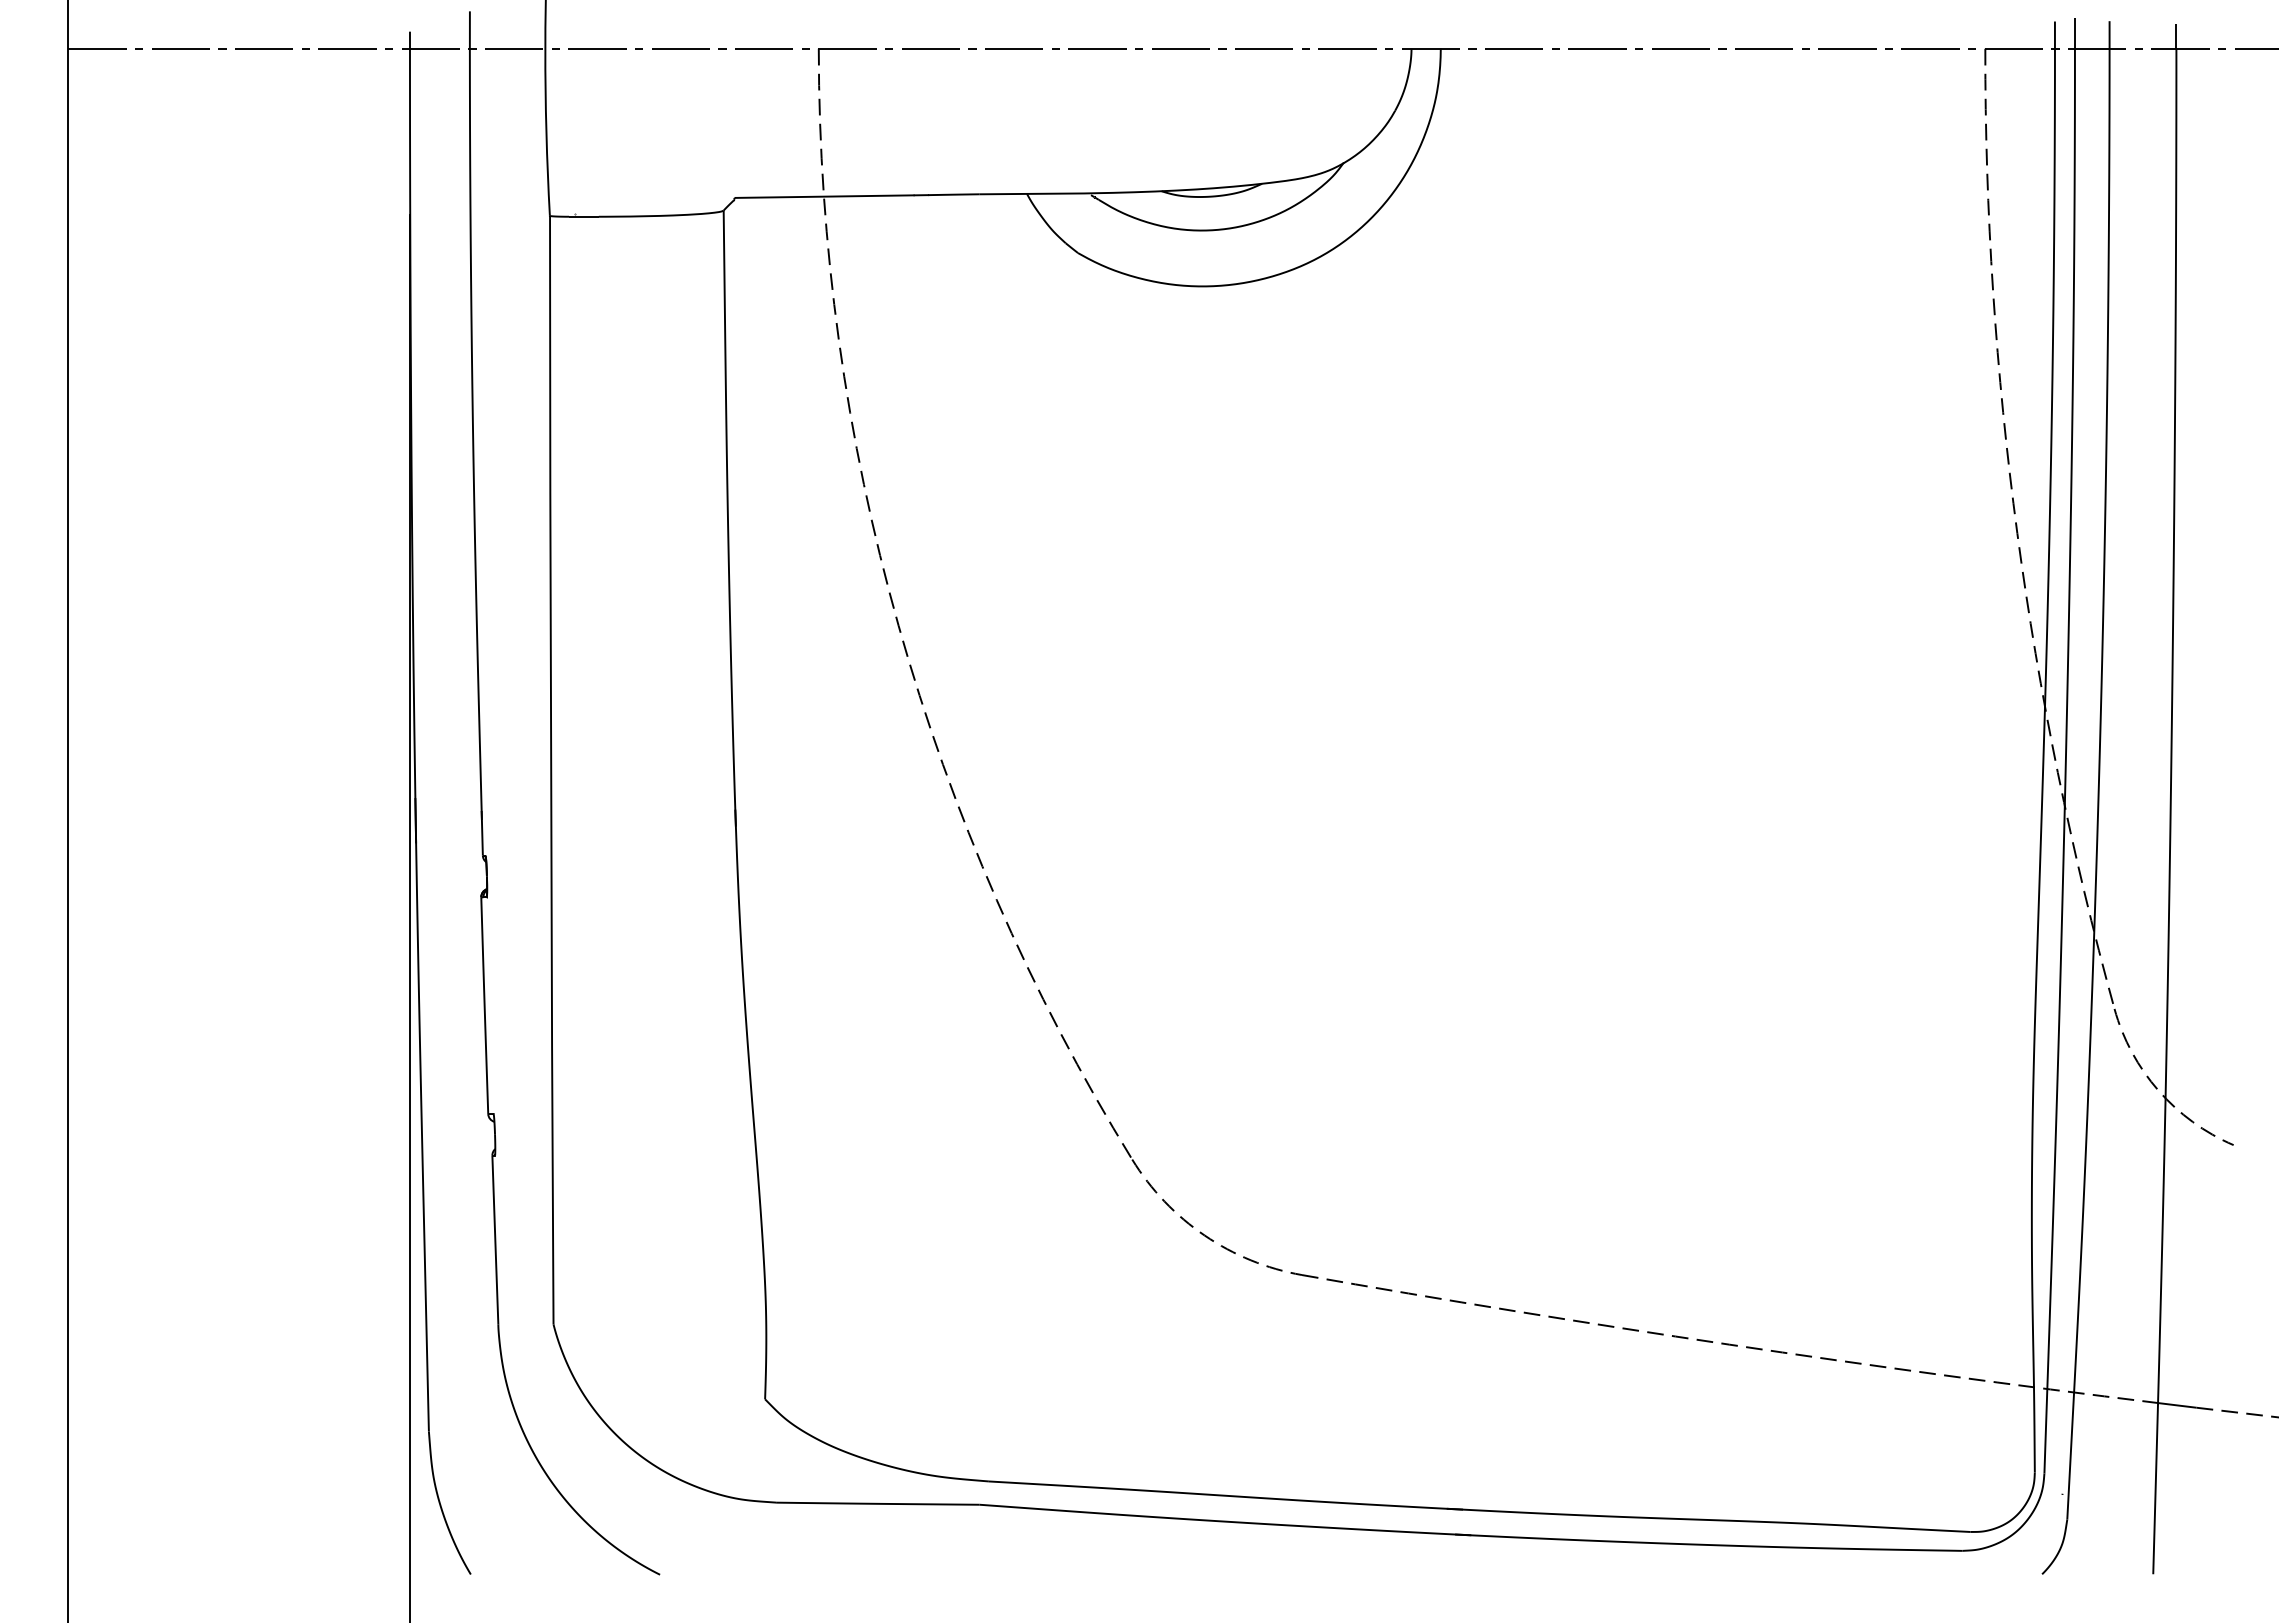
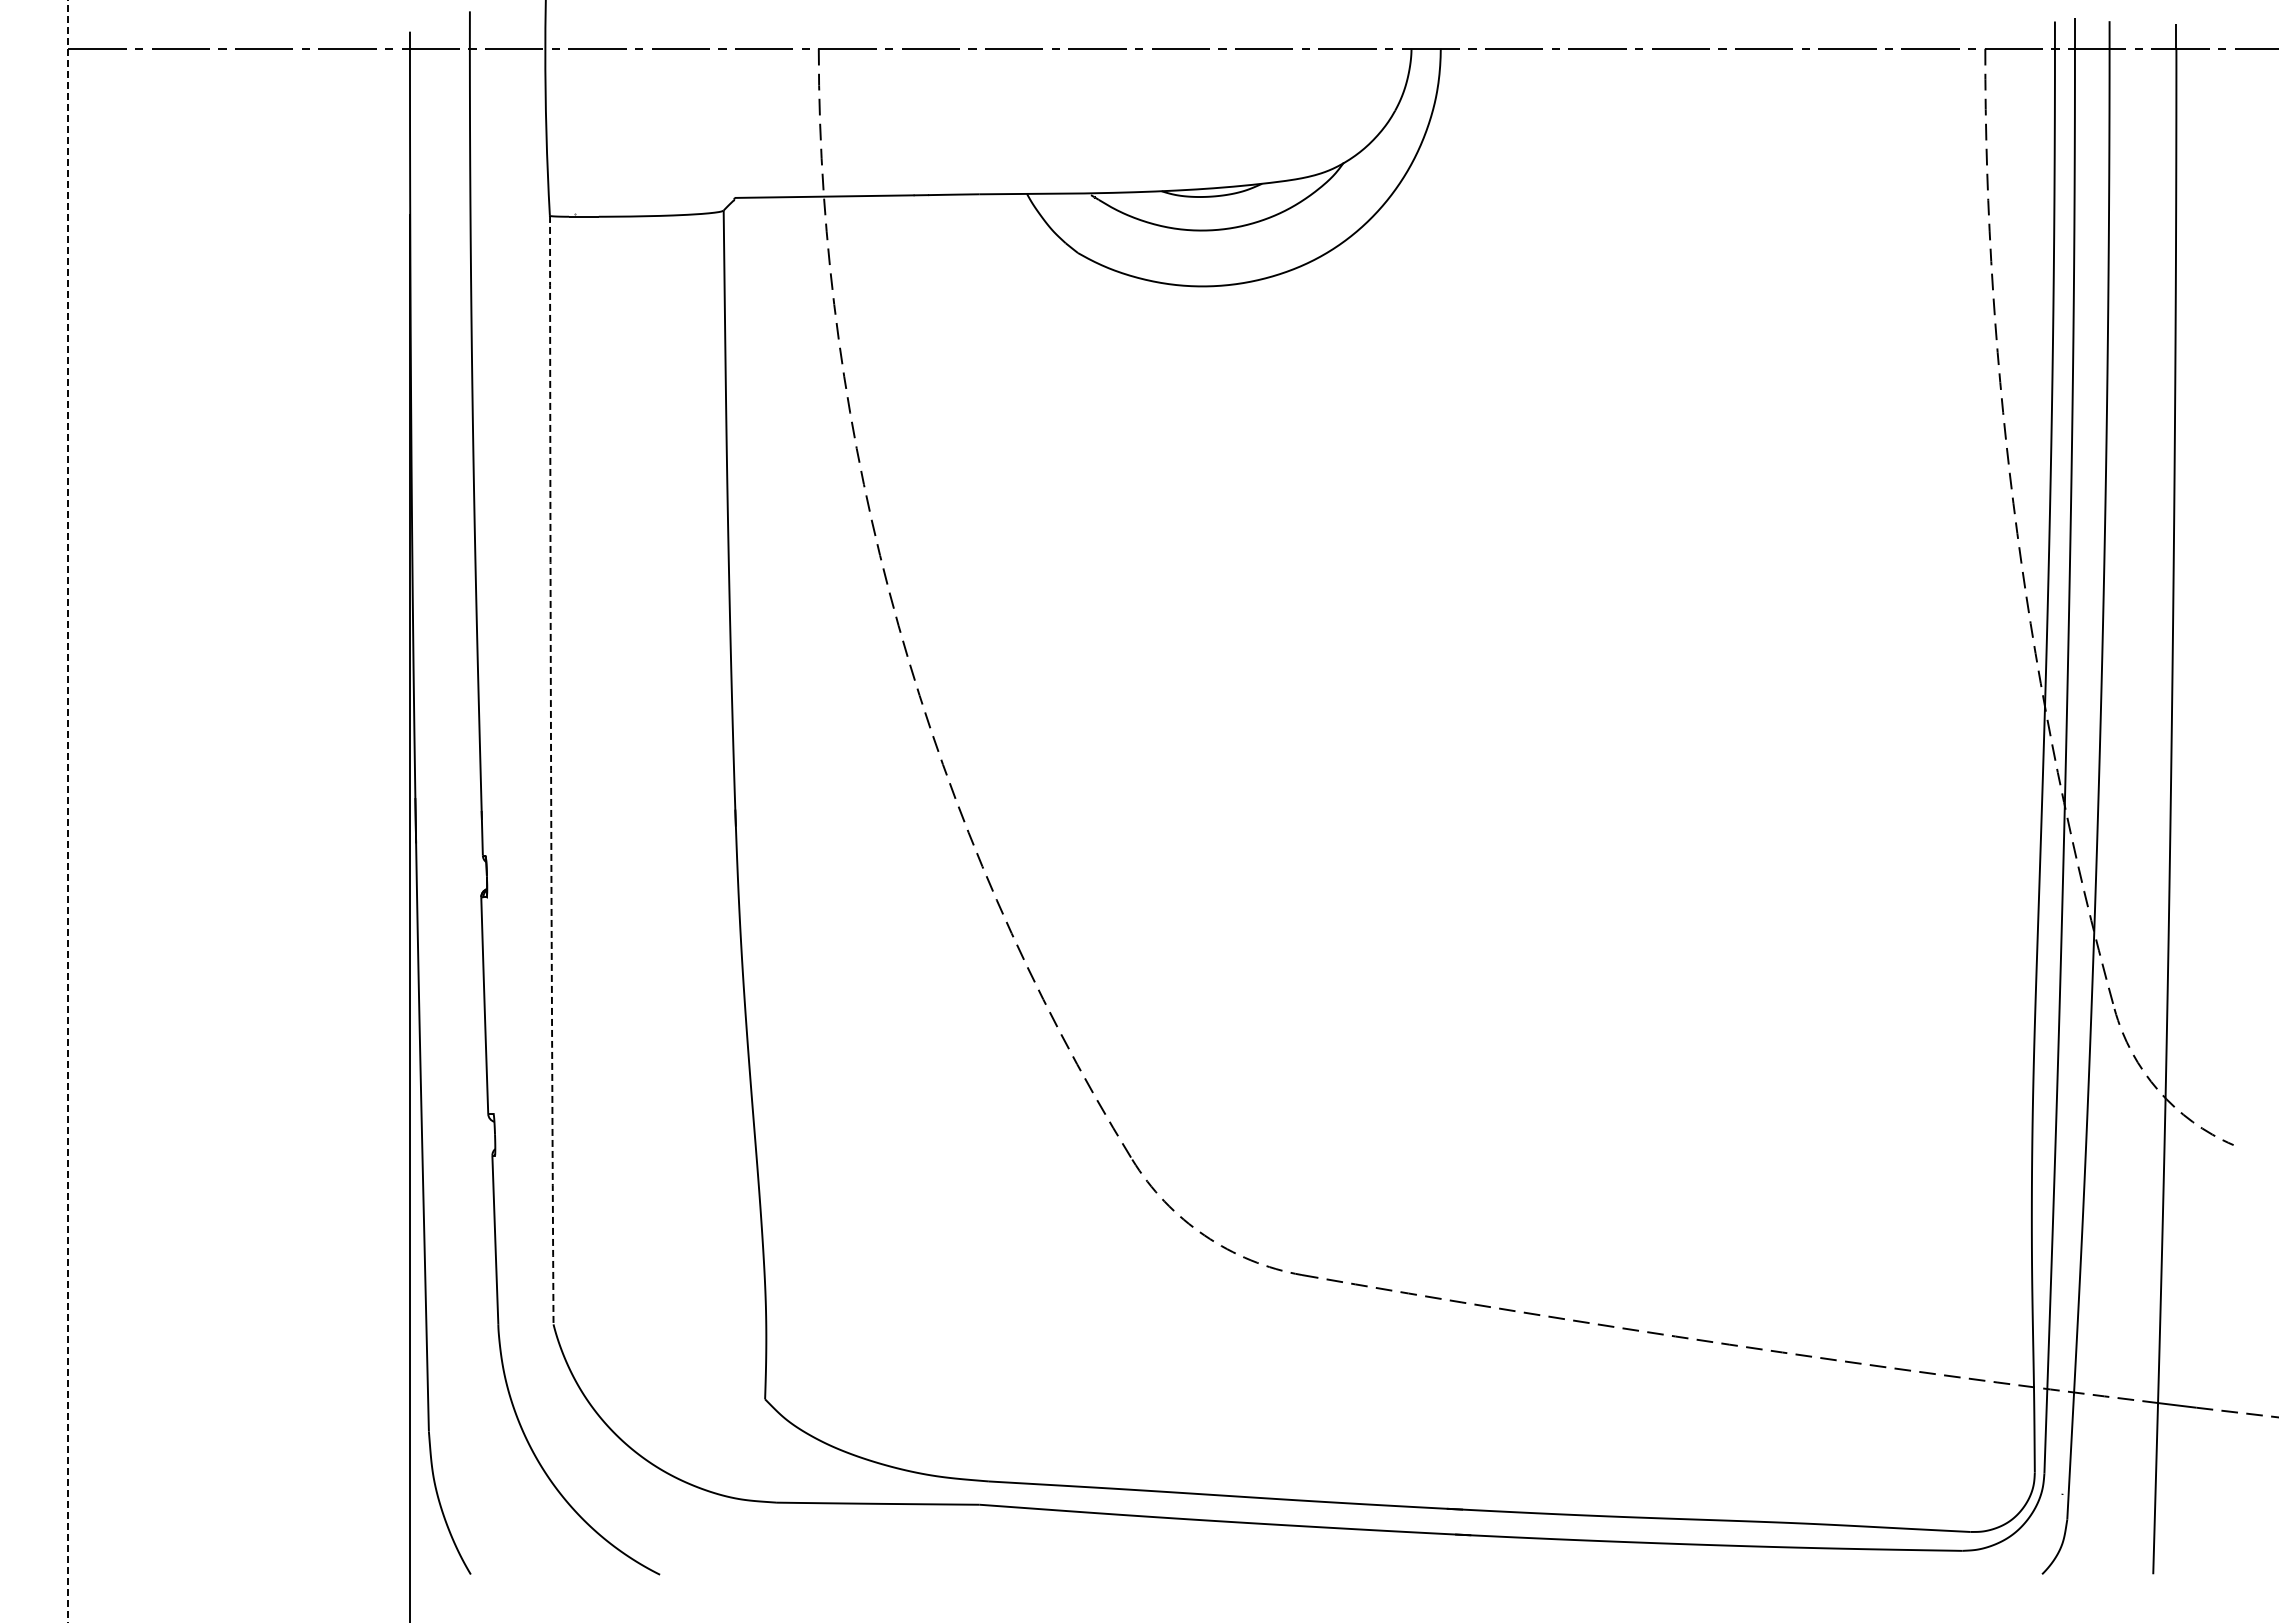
arc at (551, 770): solid -> dashed
line at (68, 812): solid -> dashed
